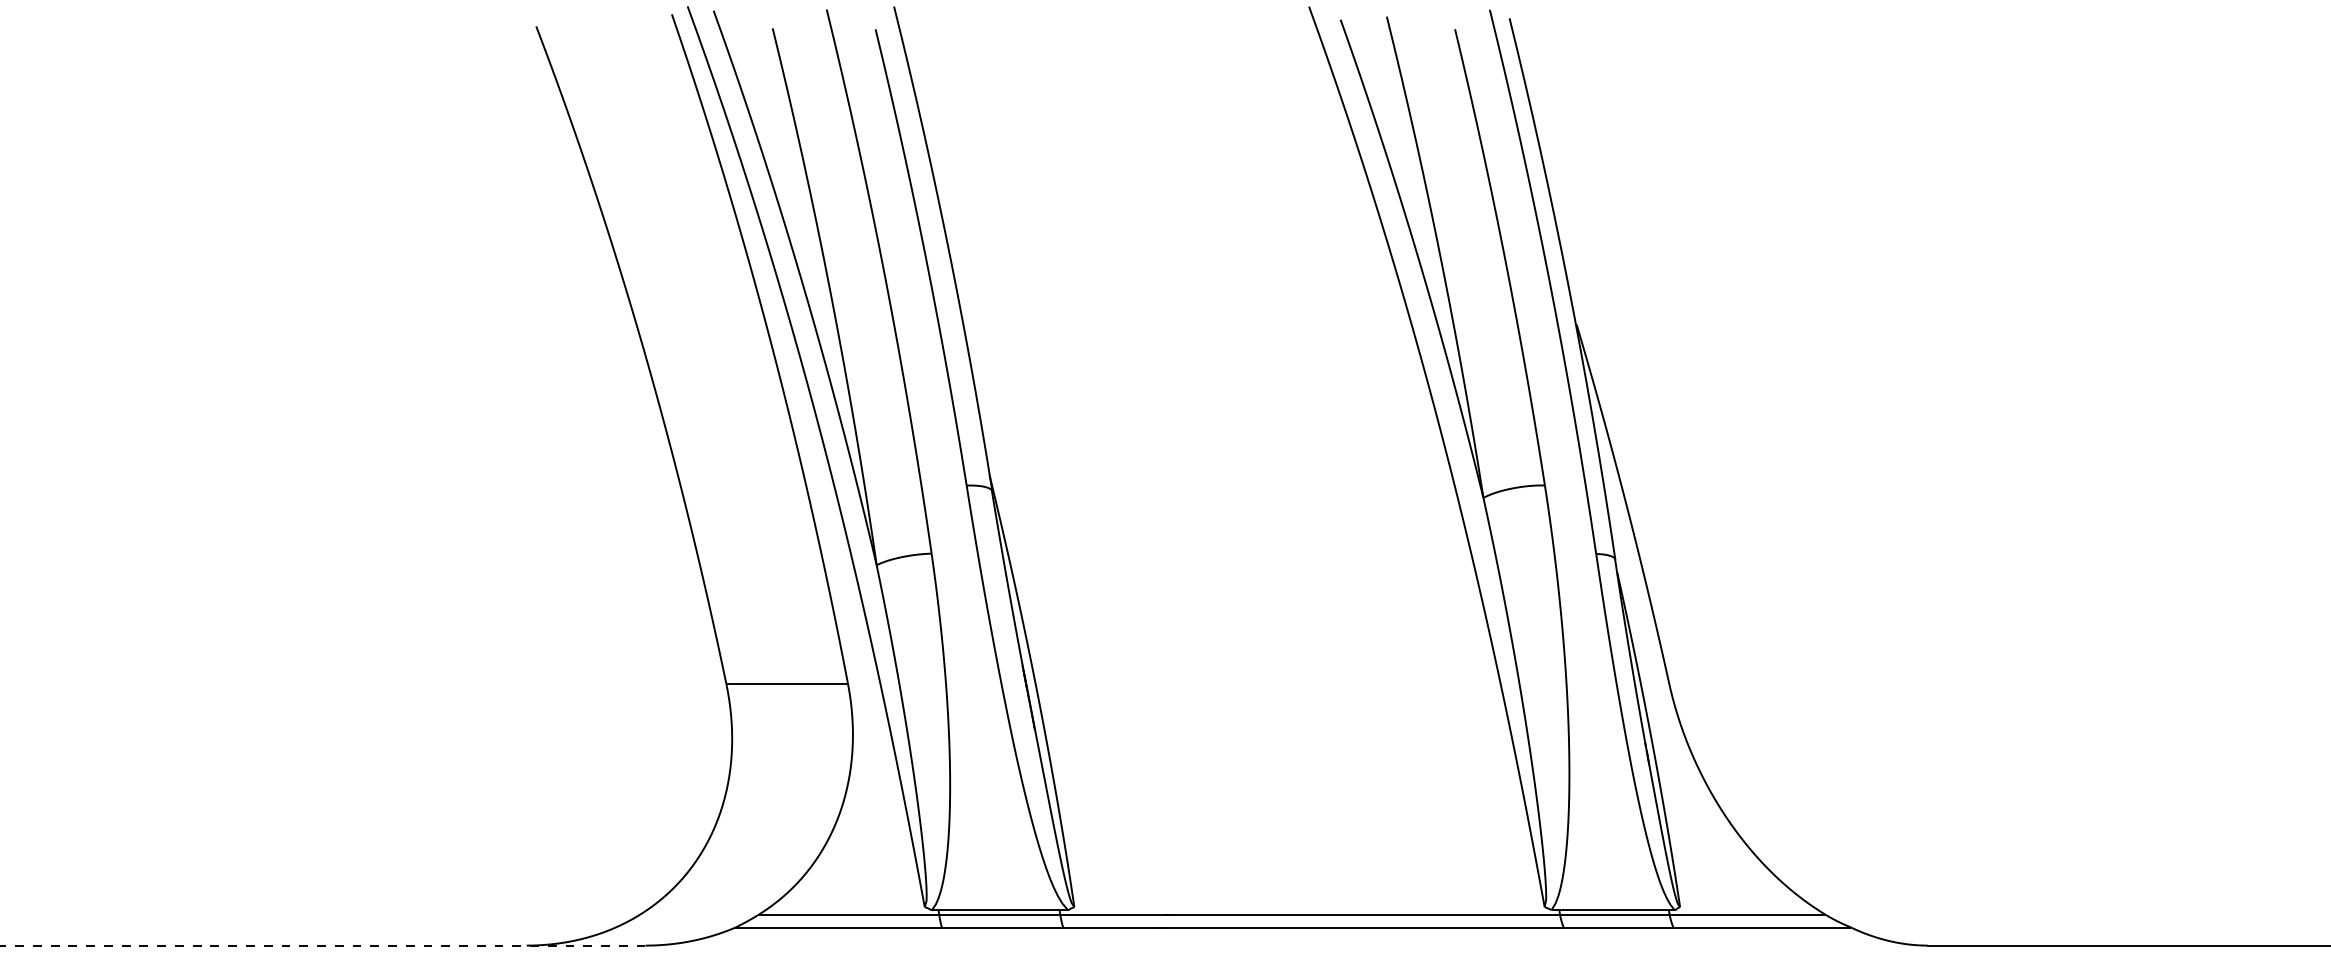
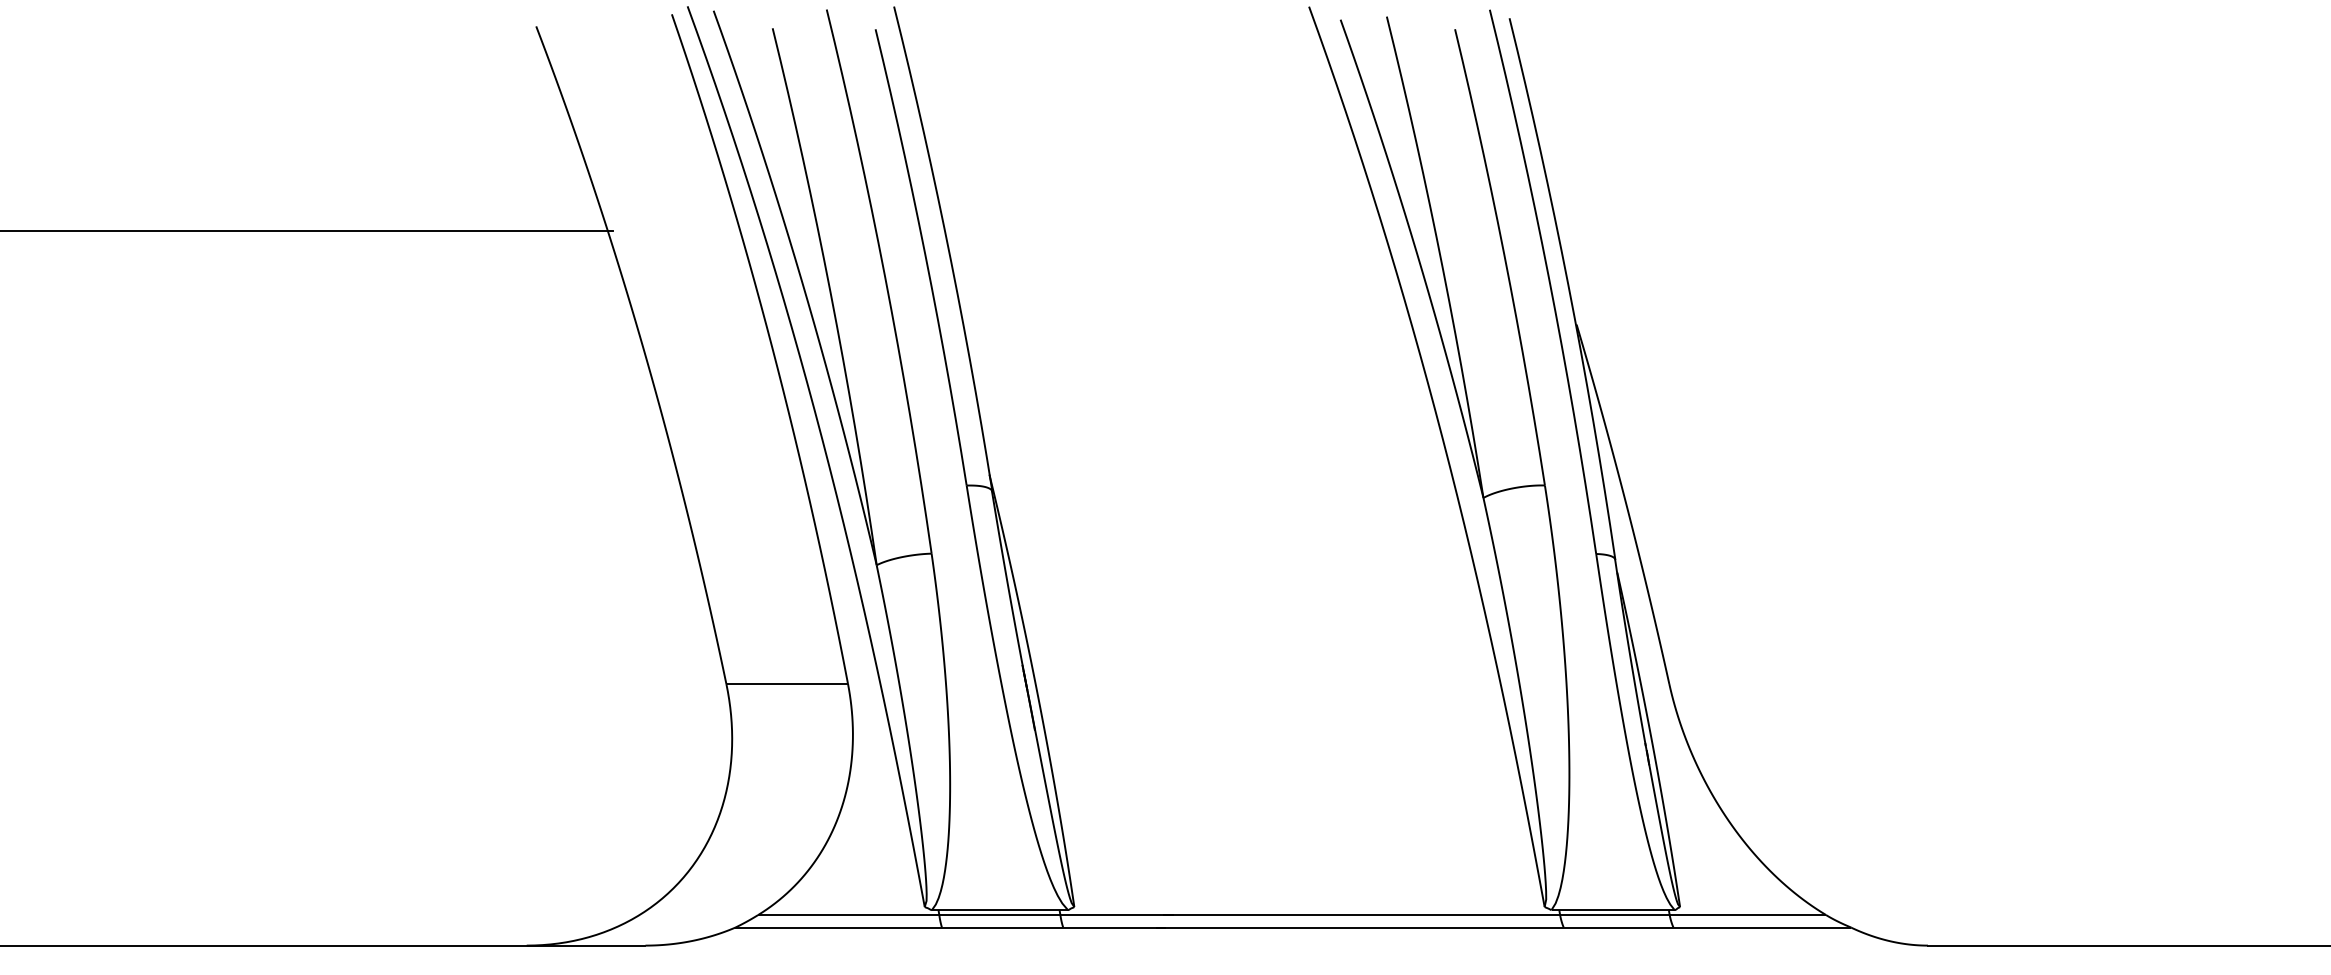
line at (307, 231): none -> present
line at (322, 945): dashed -> solid
